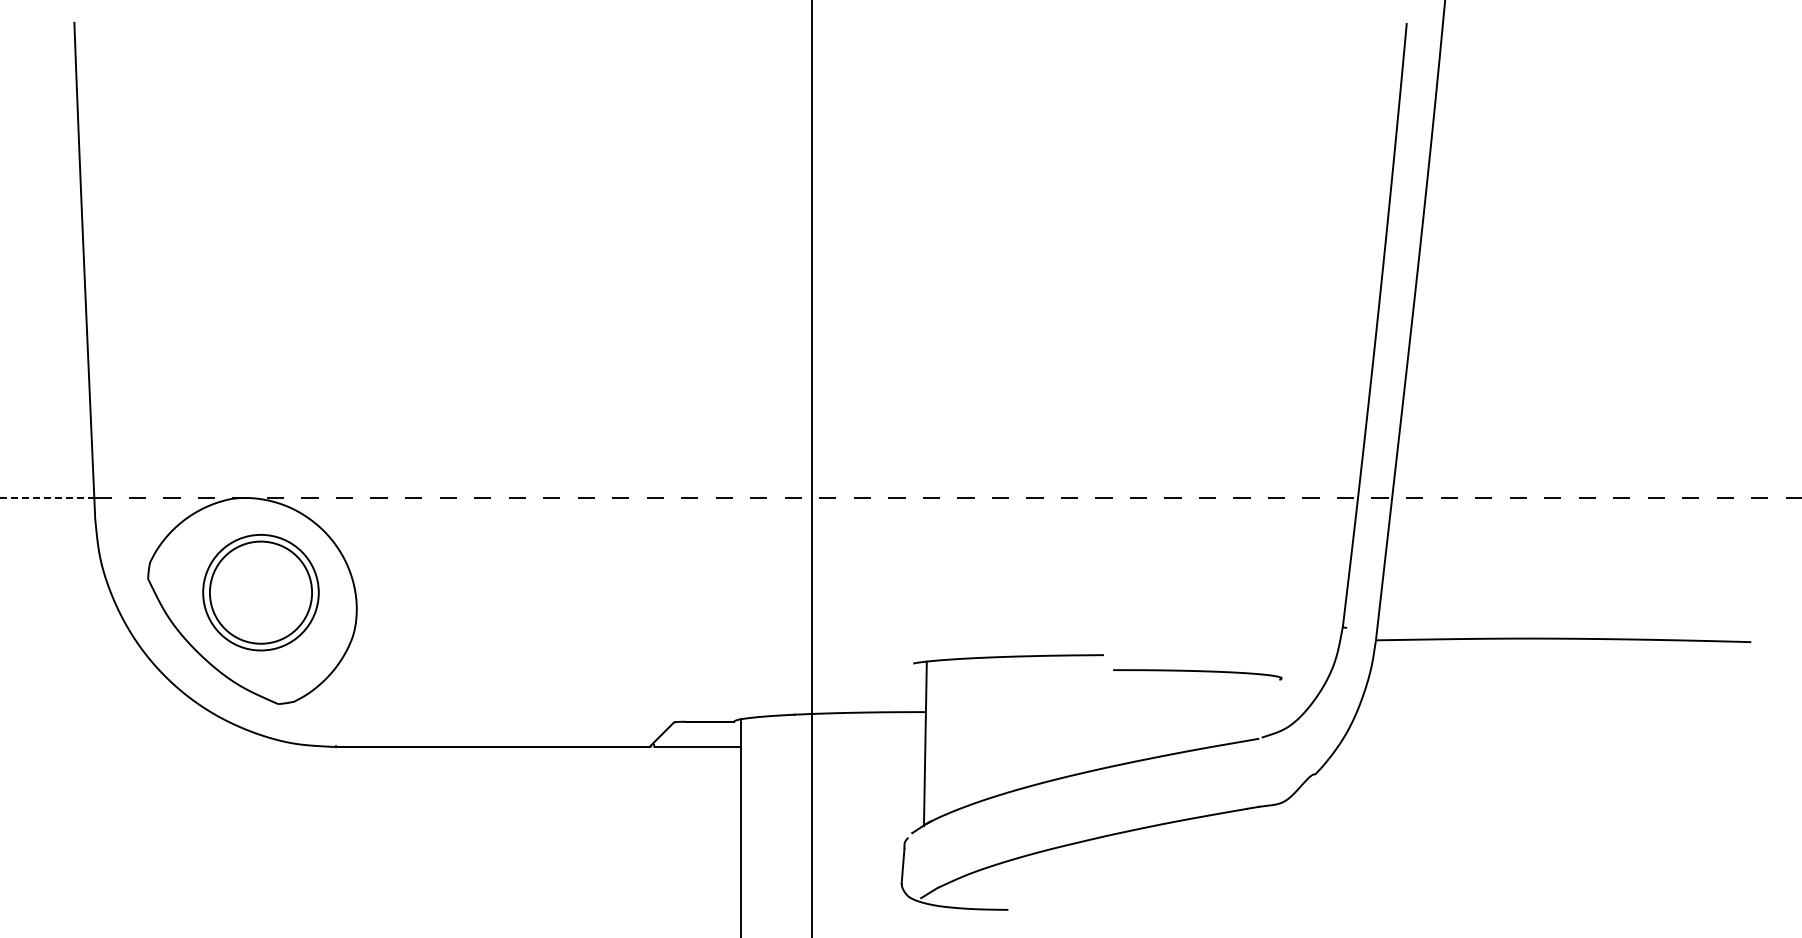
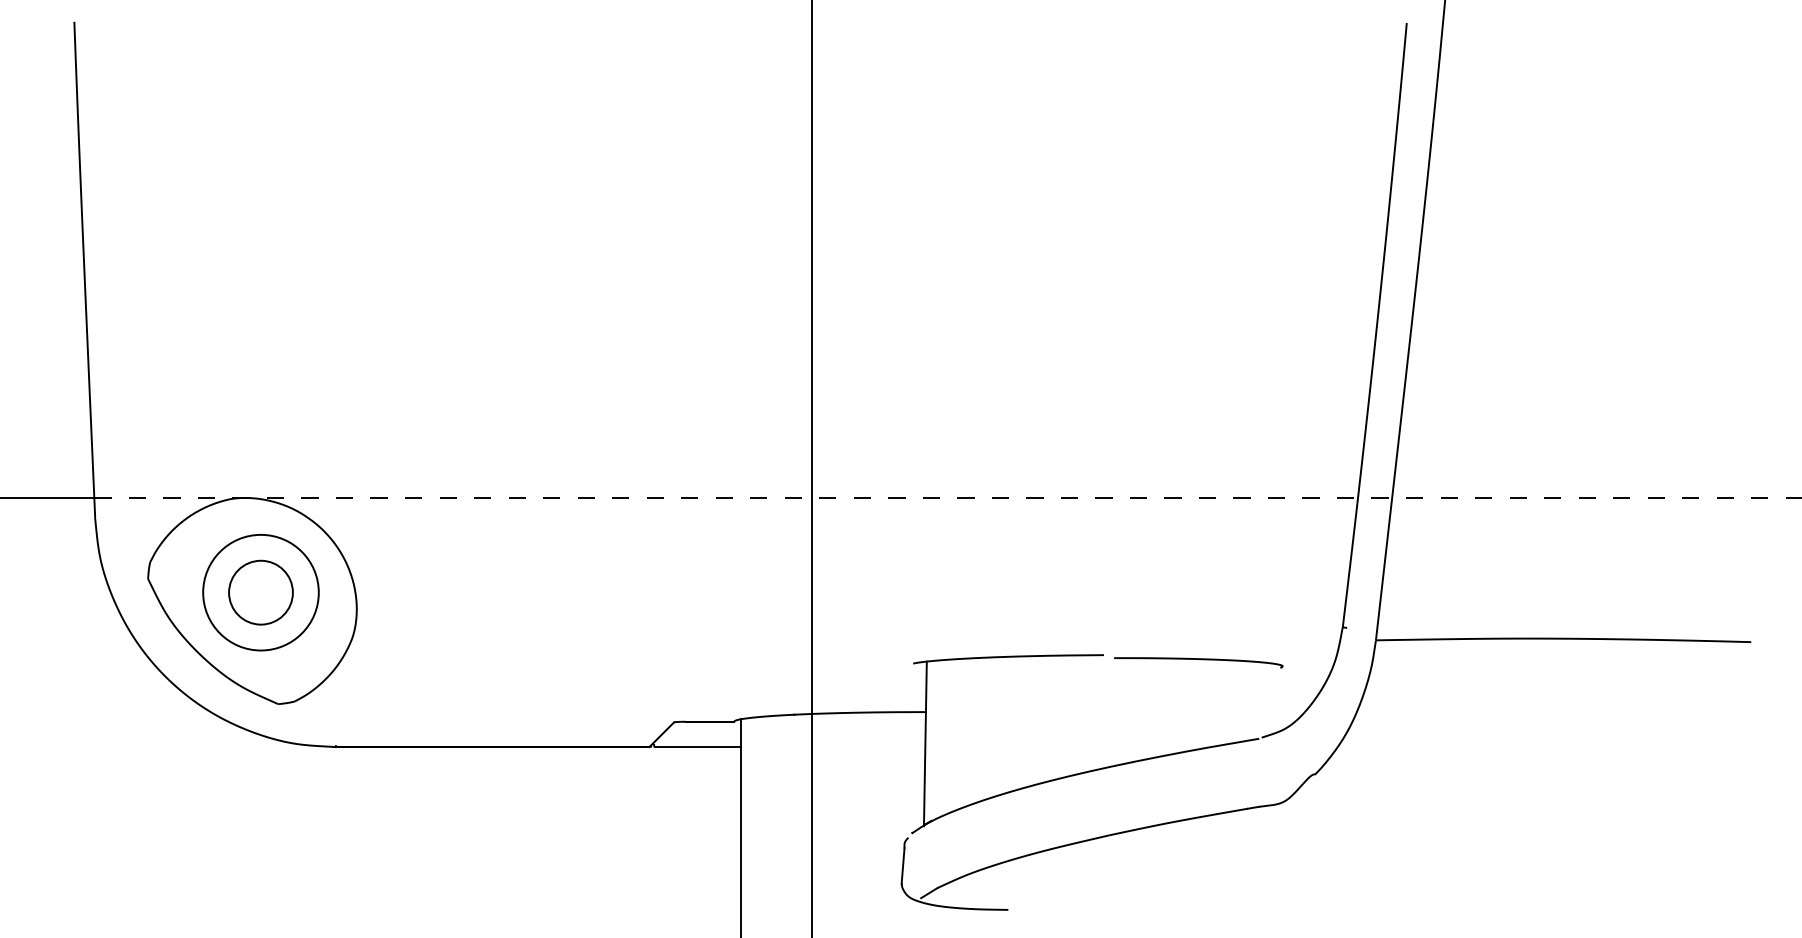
line at (47, 497): dashed -> solid
circle at (260, 592) diameter: 102 px -> 64 px
part at (1197, 674) position: (1197, 674) -> (1198, 662)
